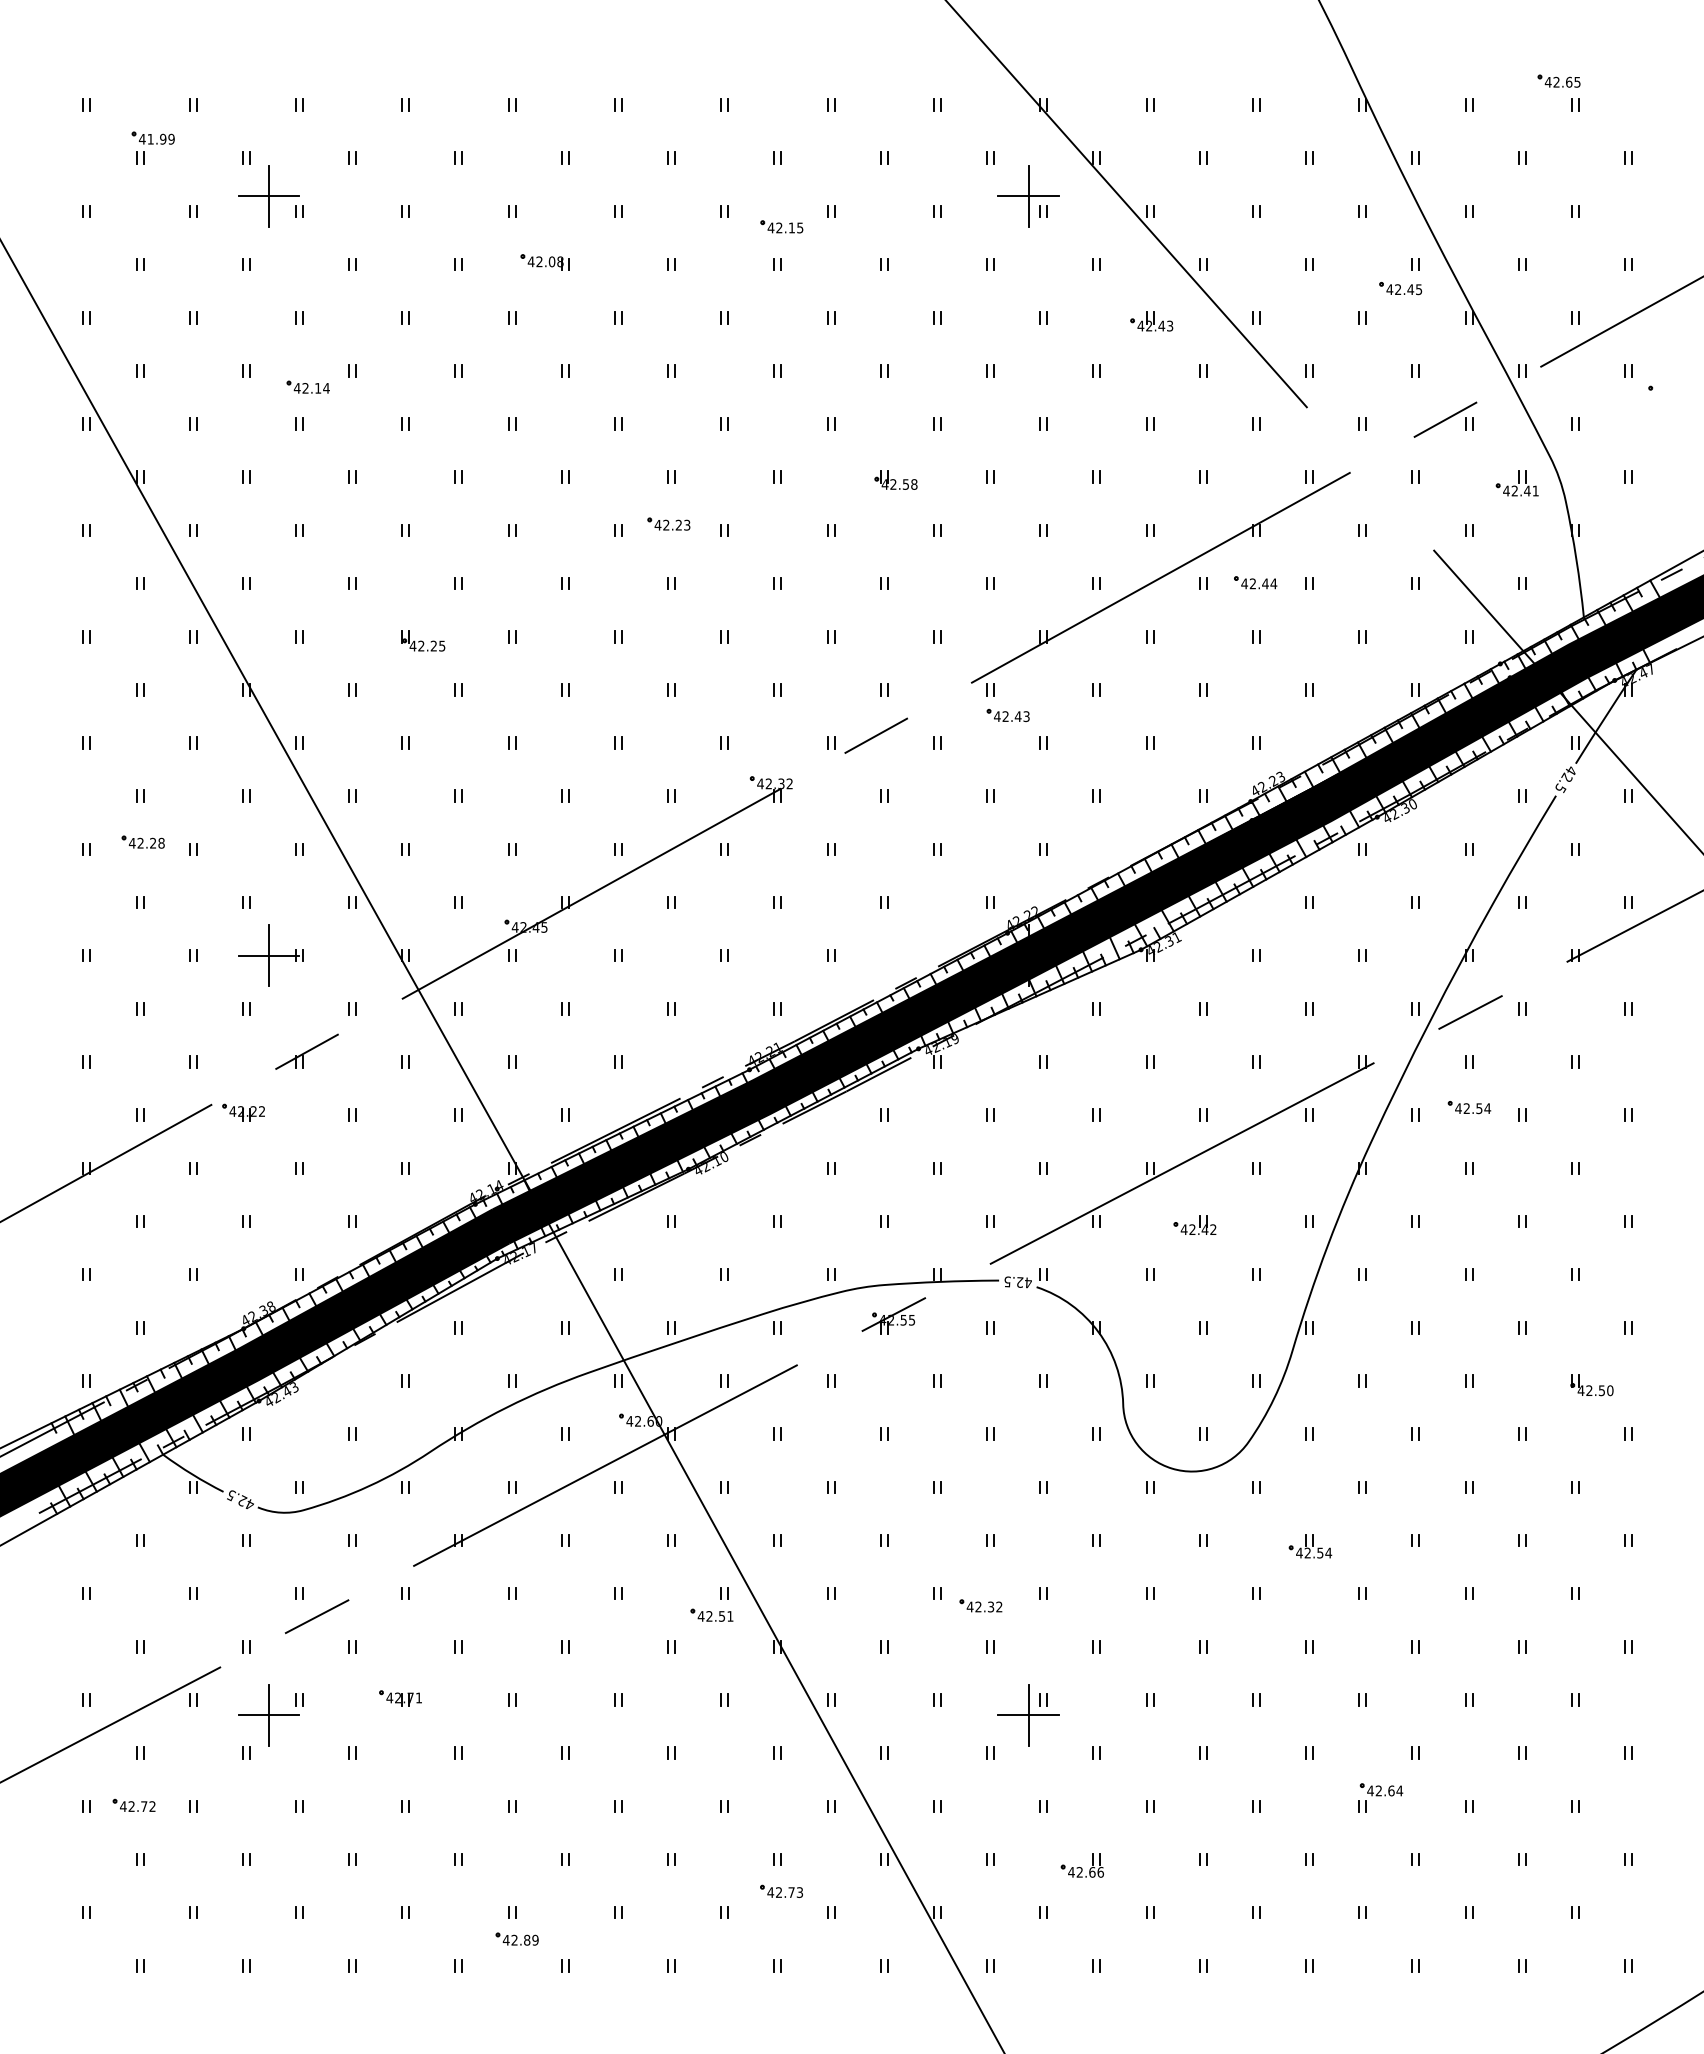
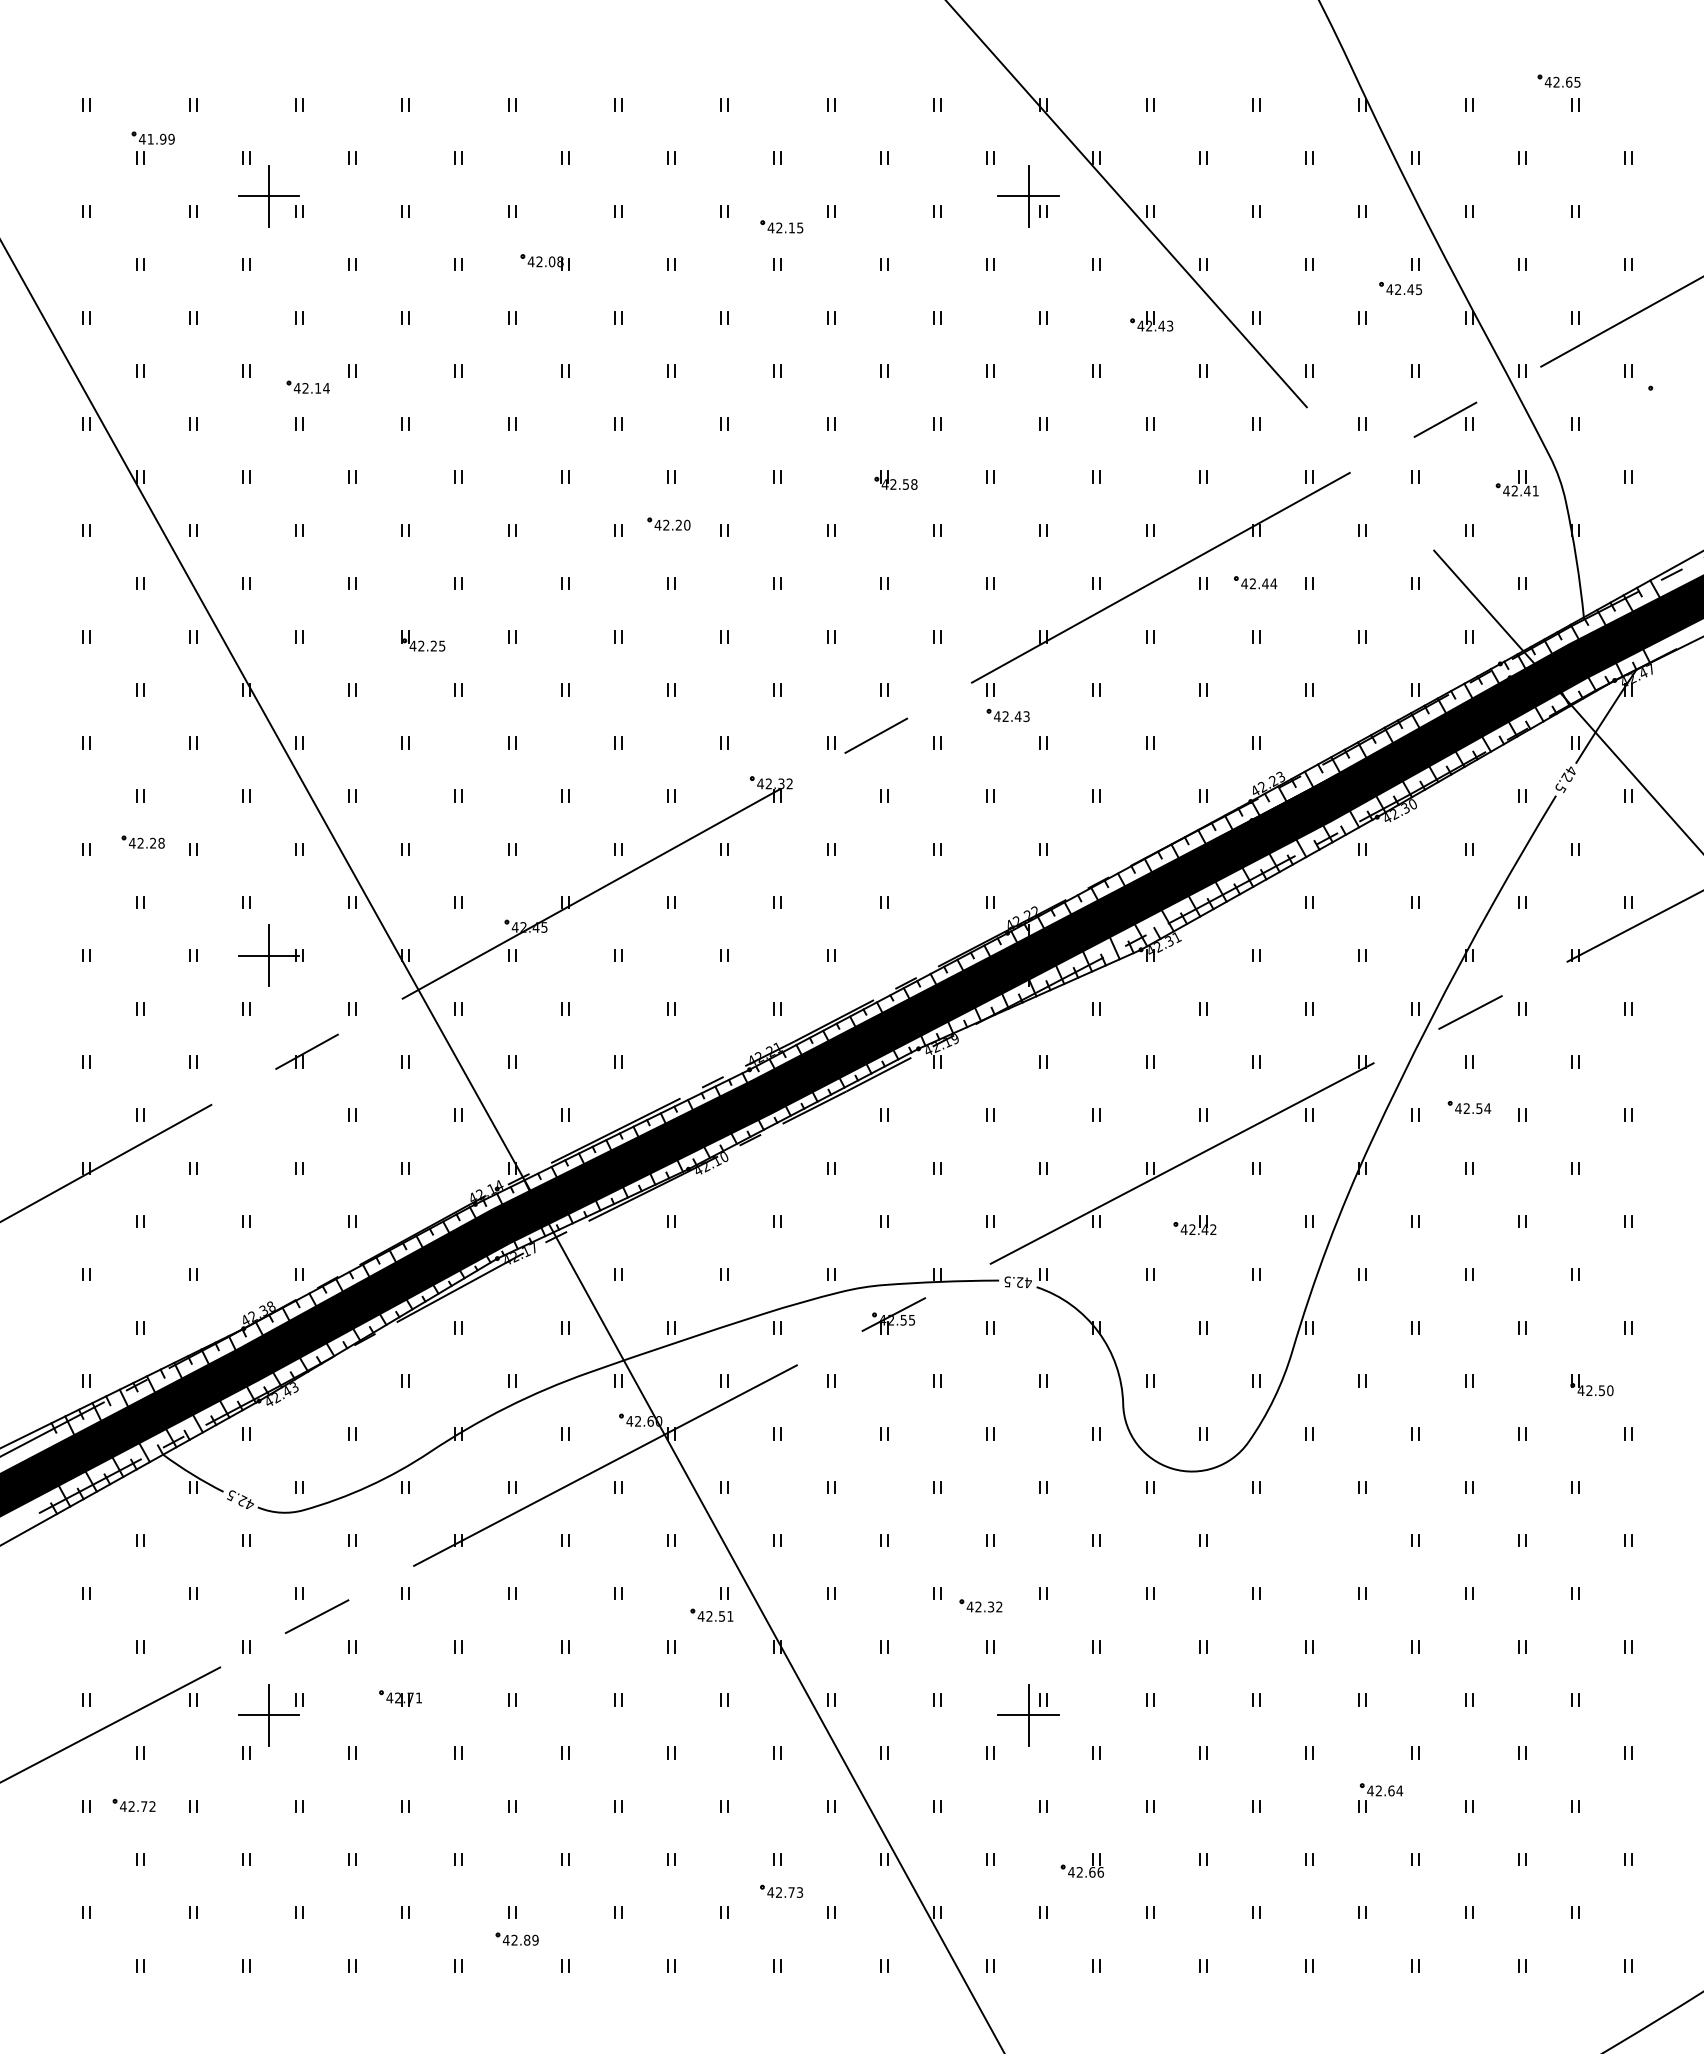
text at (687, 524): 42.23 -> 42.20
part at (243, 1112): present -> none
part at (1310, 1546): present -> none
